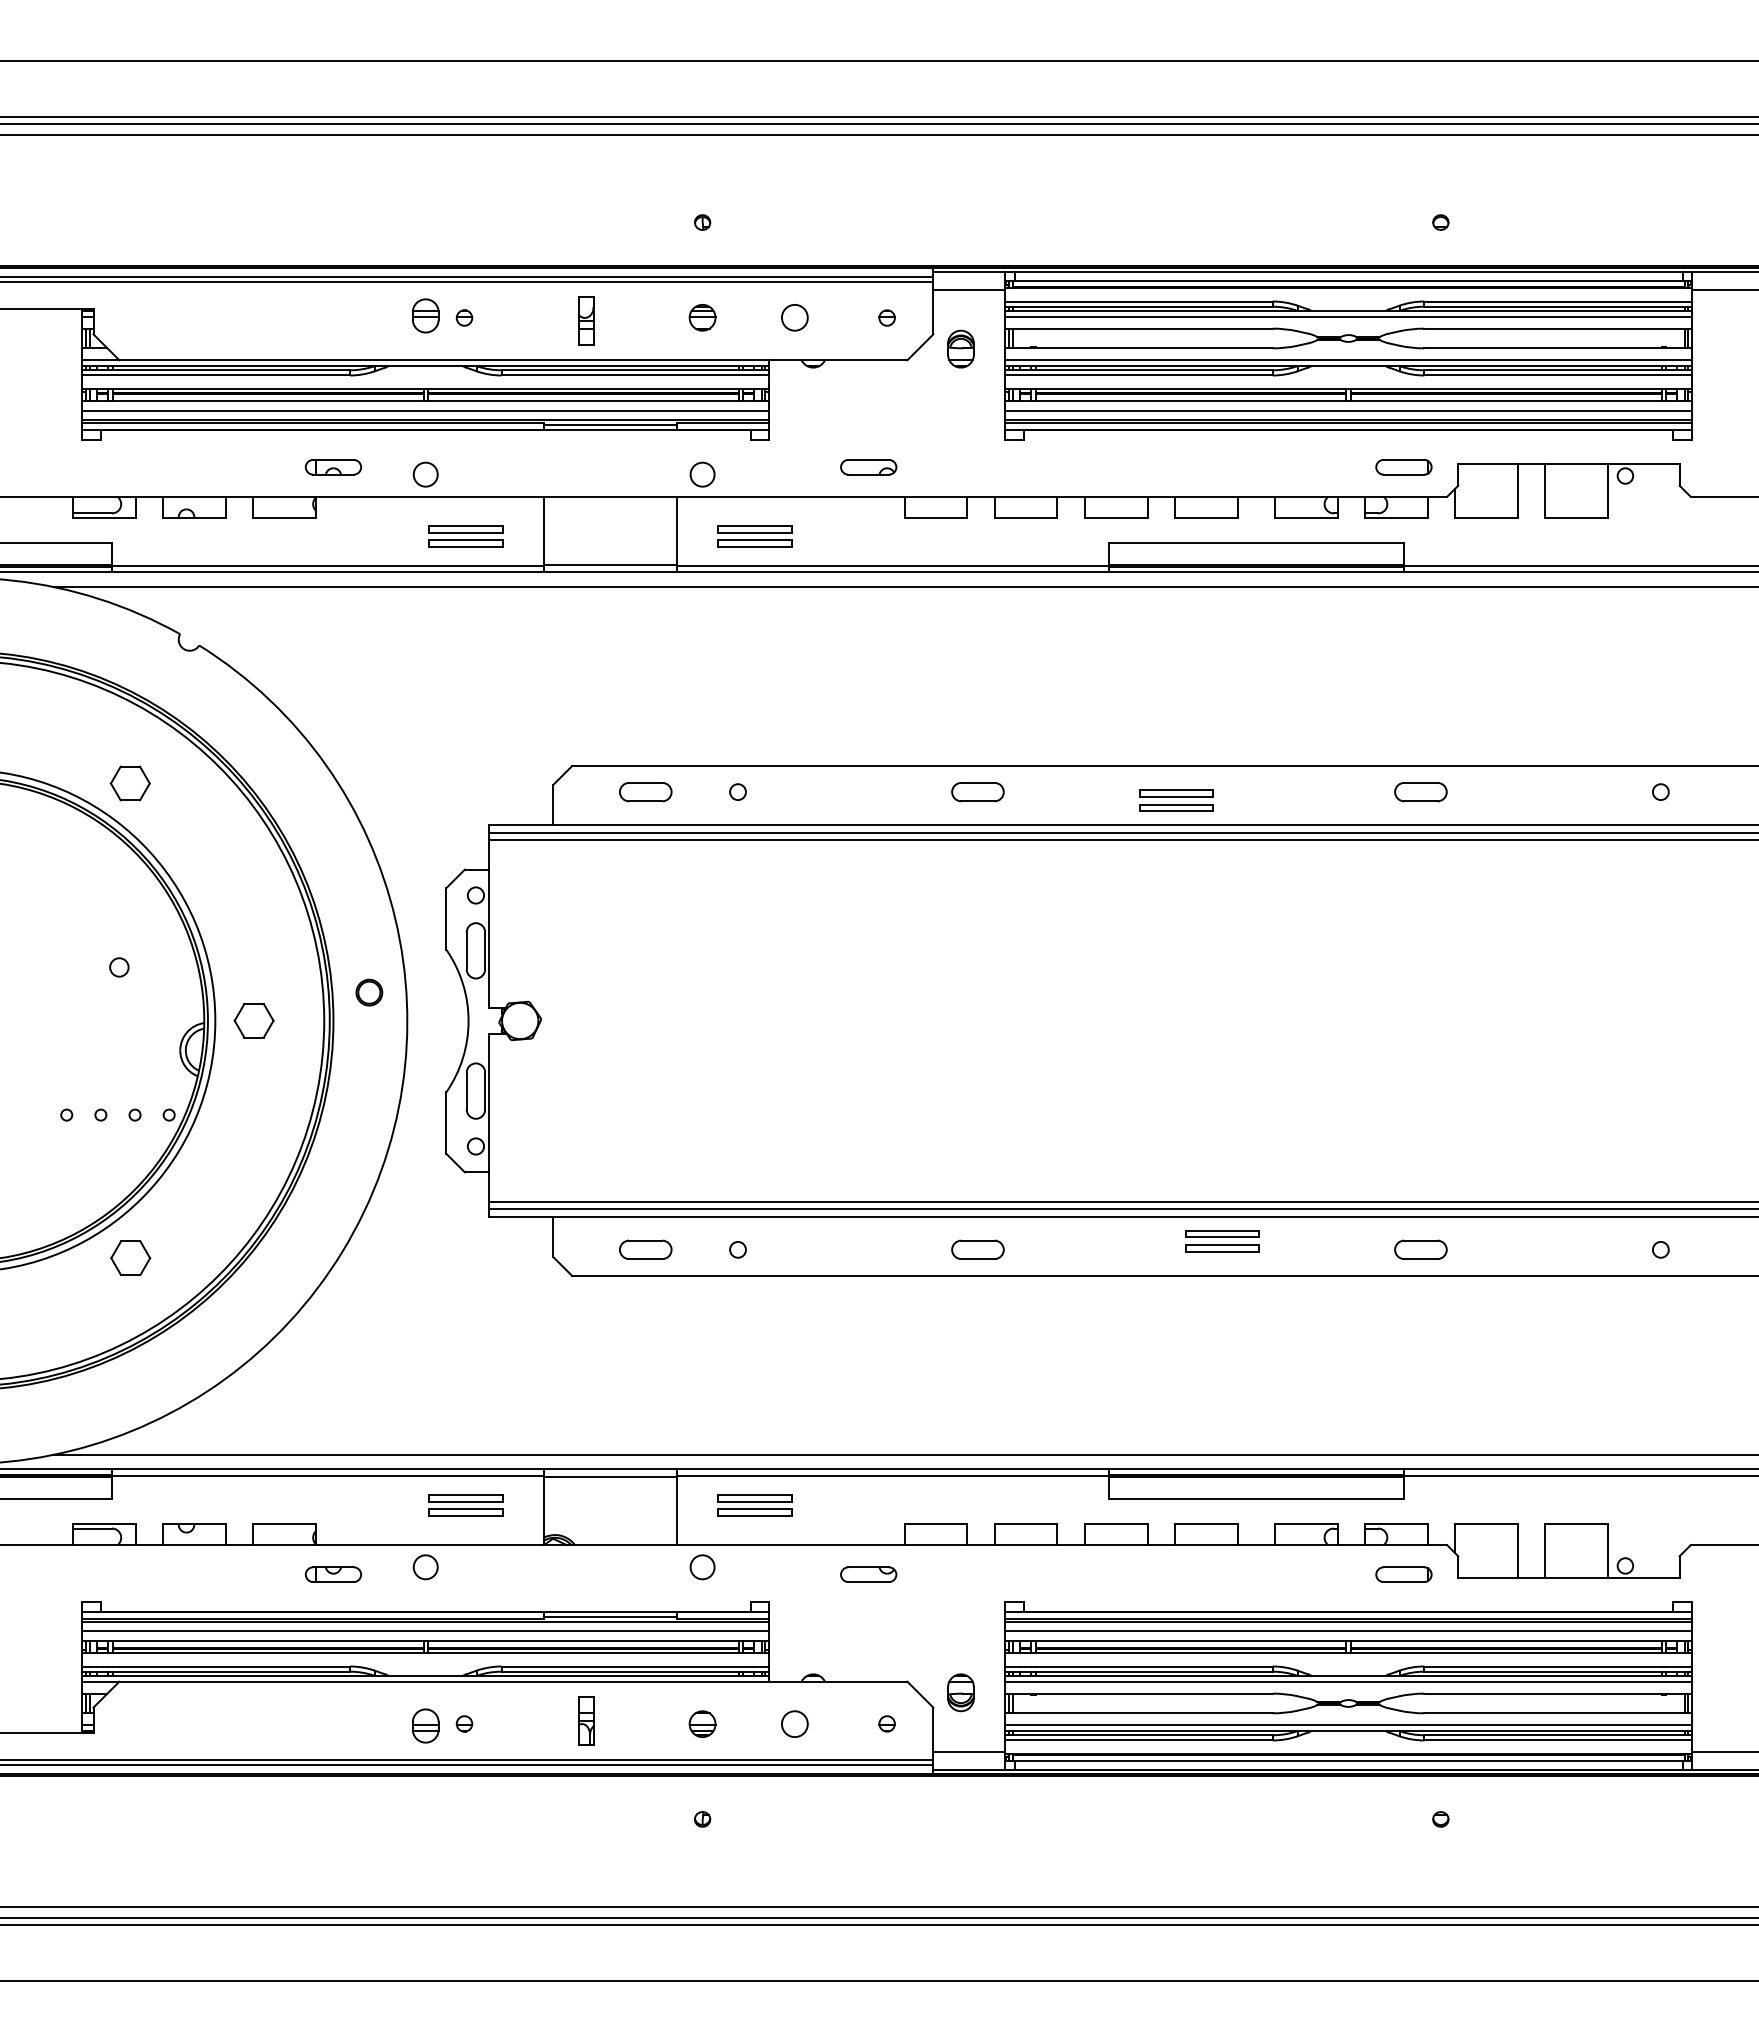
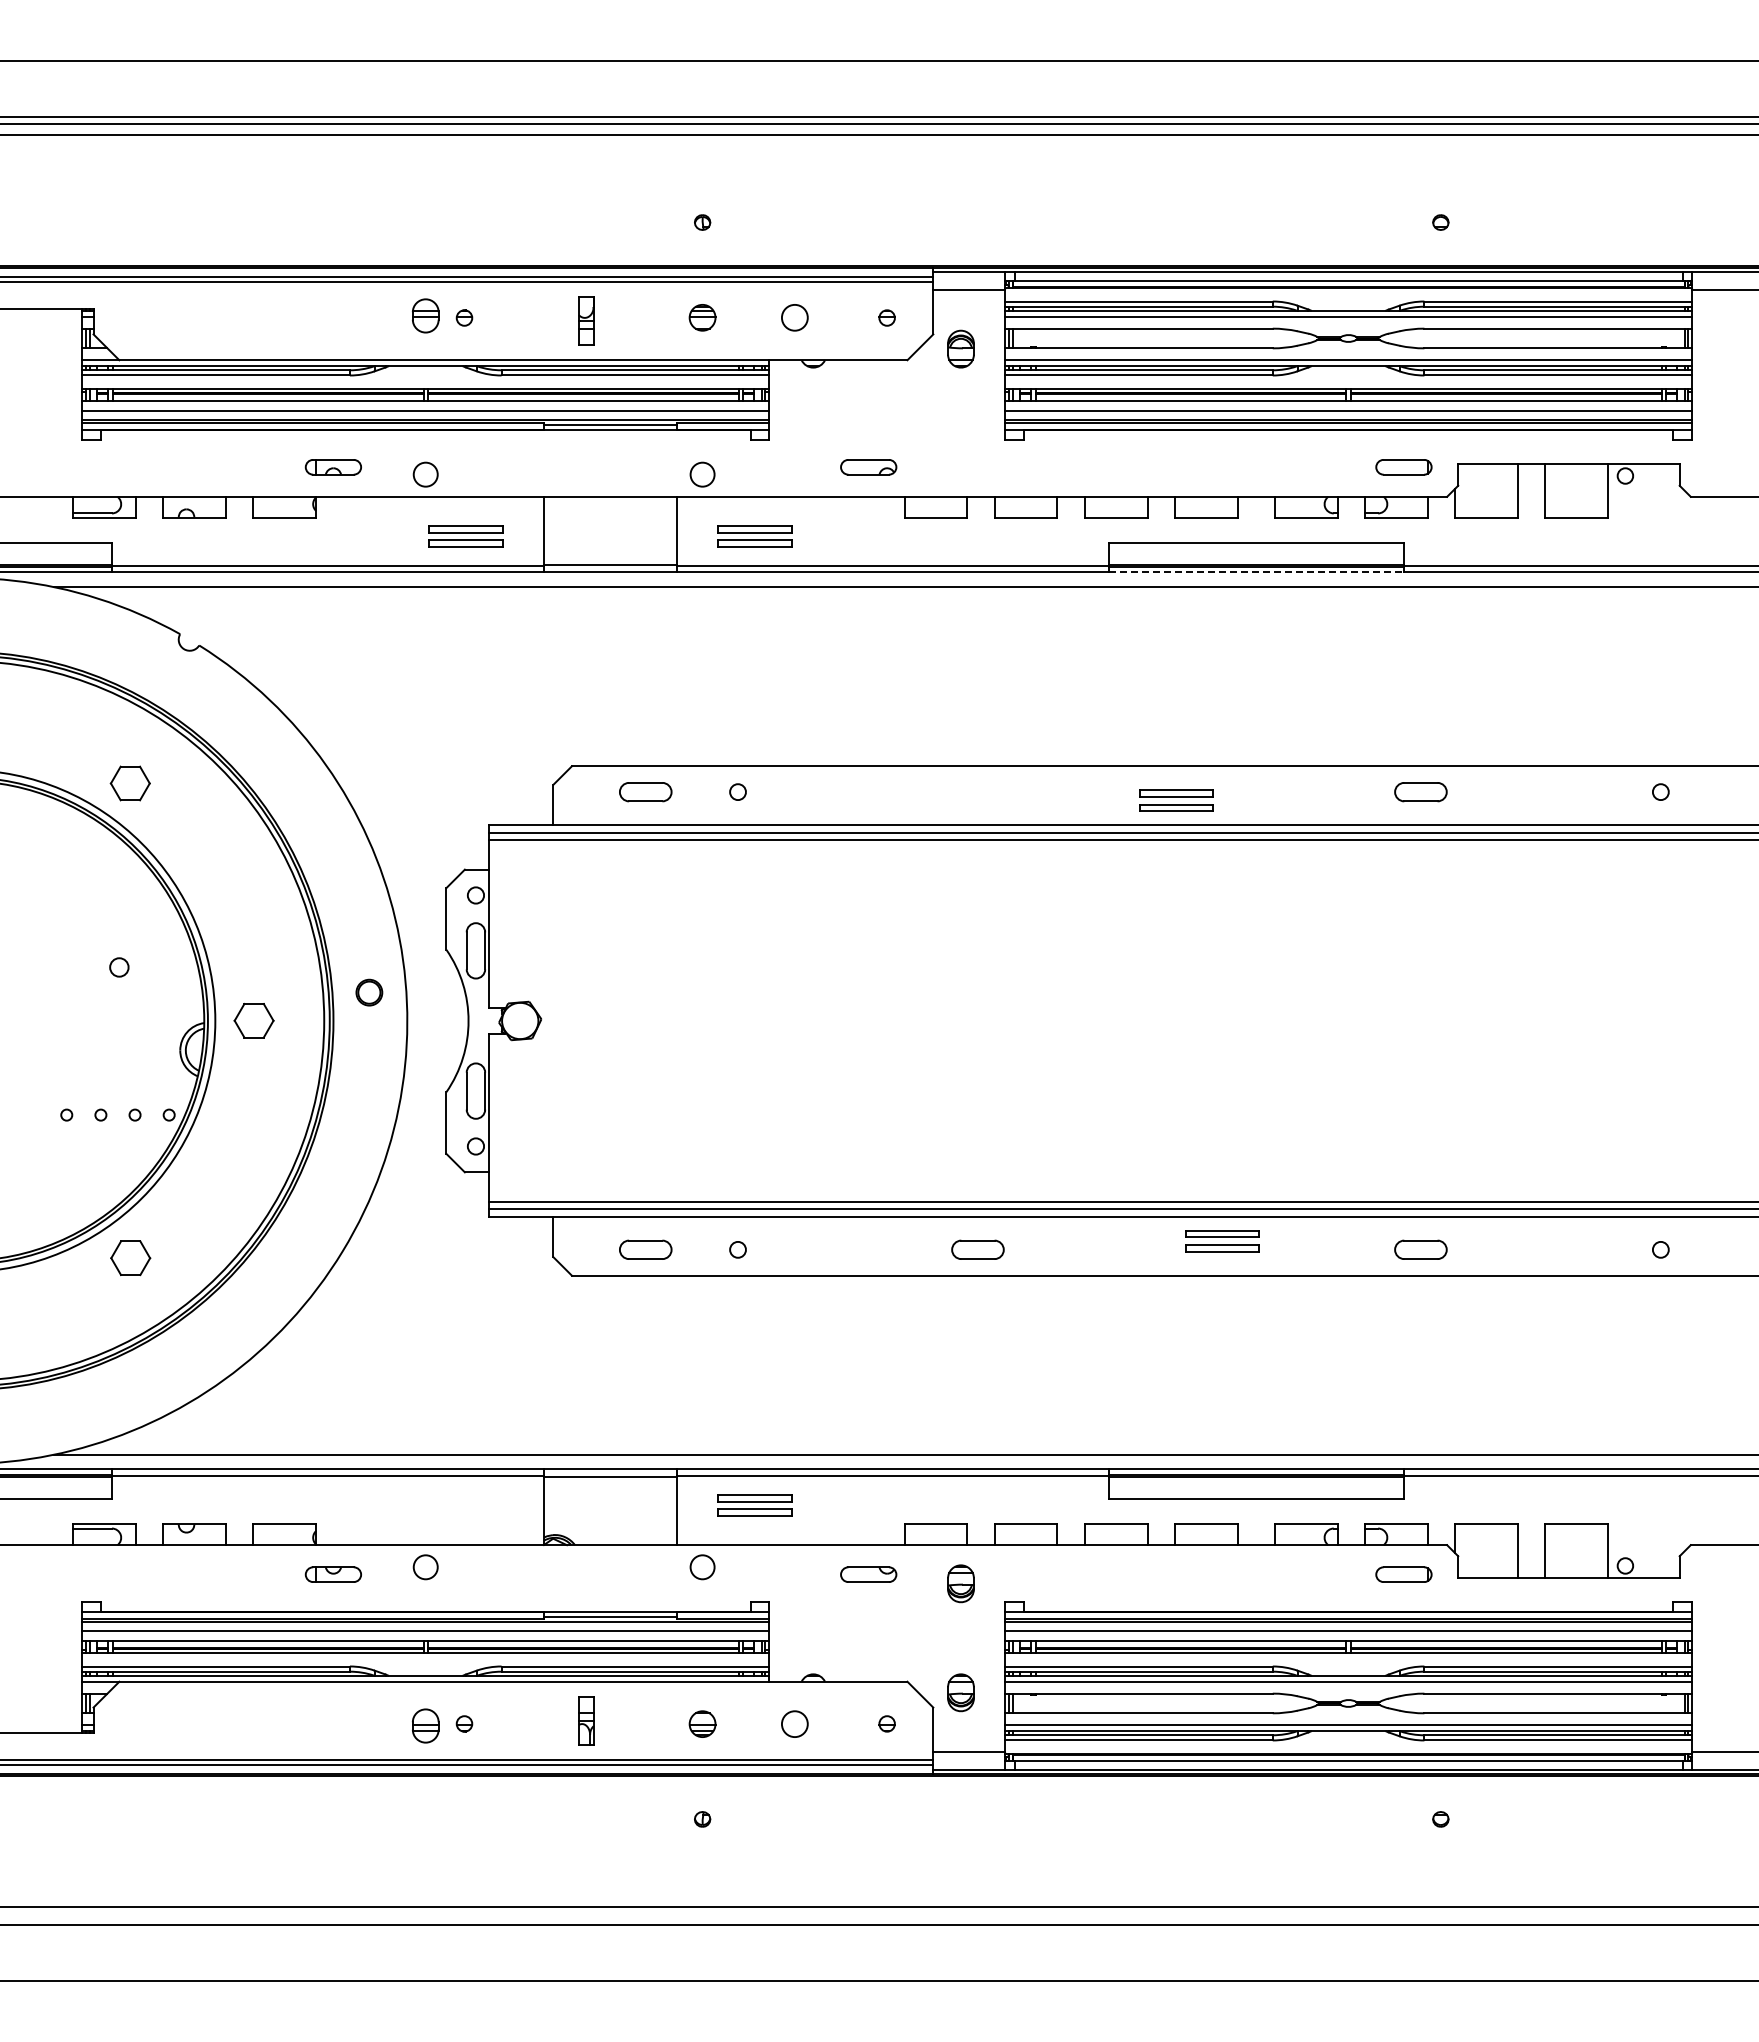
line at (1256, 572): solid -> dashed
part at (977, 792): present -> none
part at (465, 1505): present -> none
part at (960, 1583): none -> present
line at (878, 1917): present -> none
